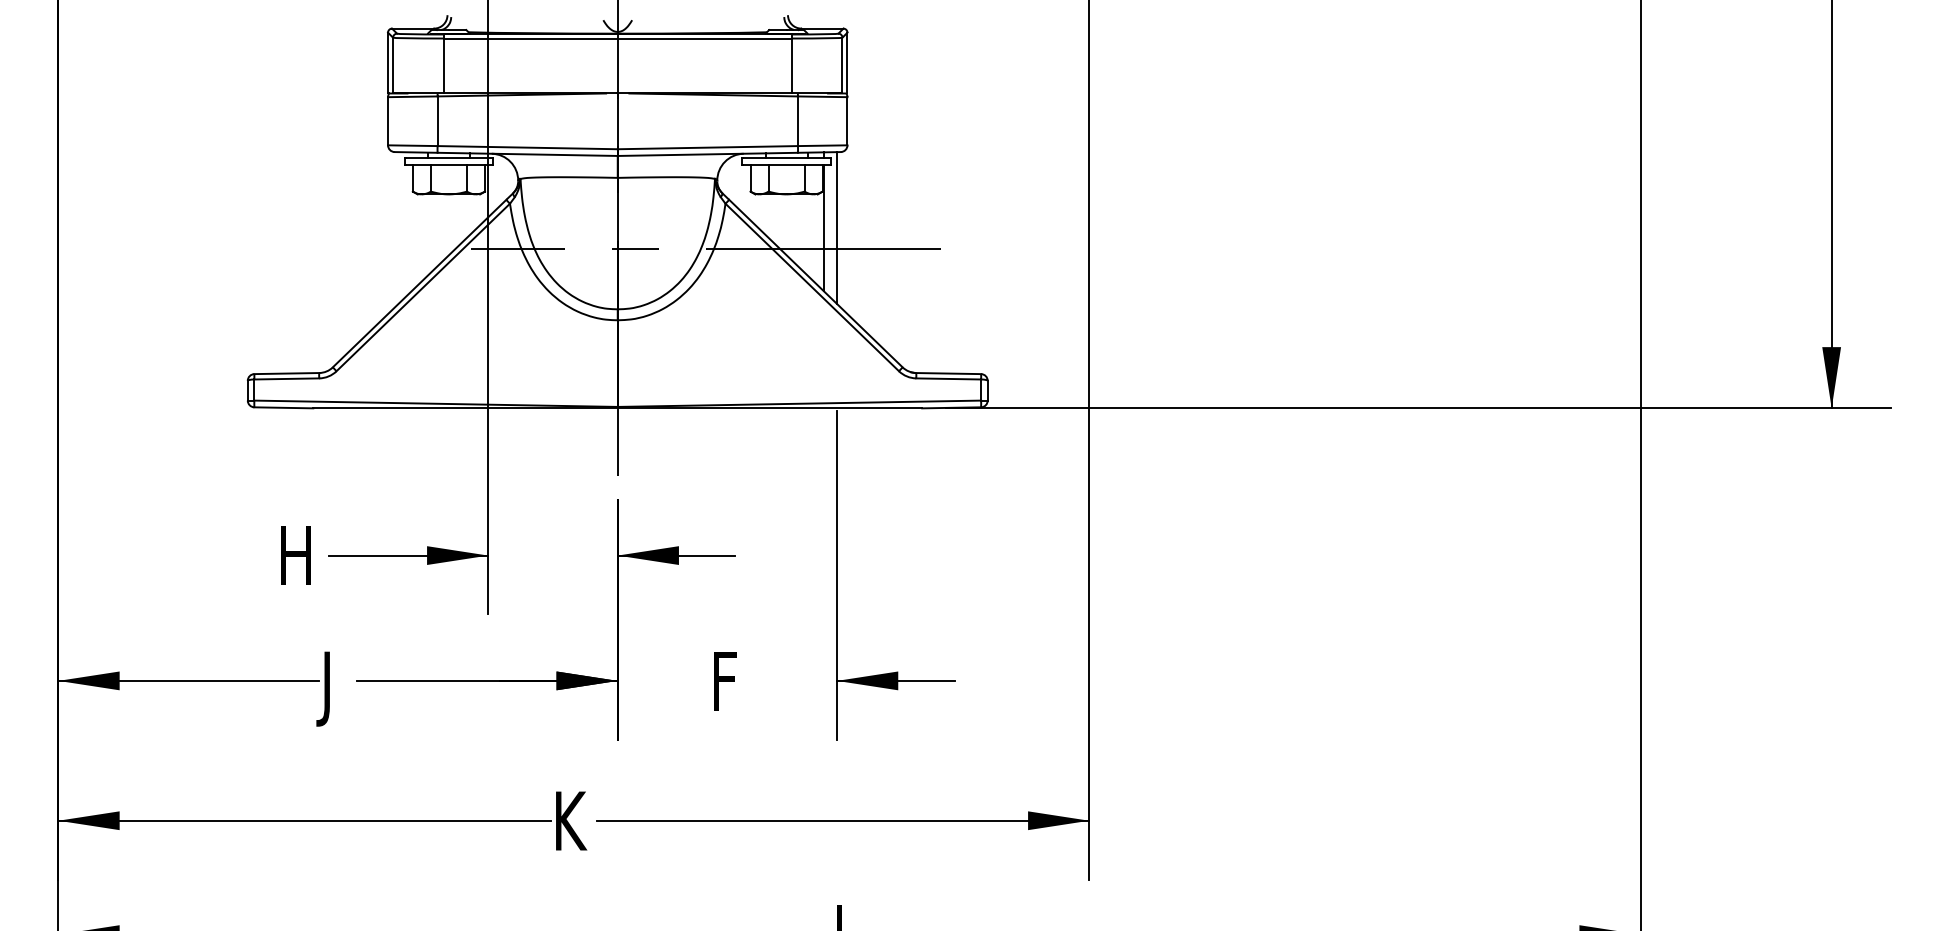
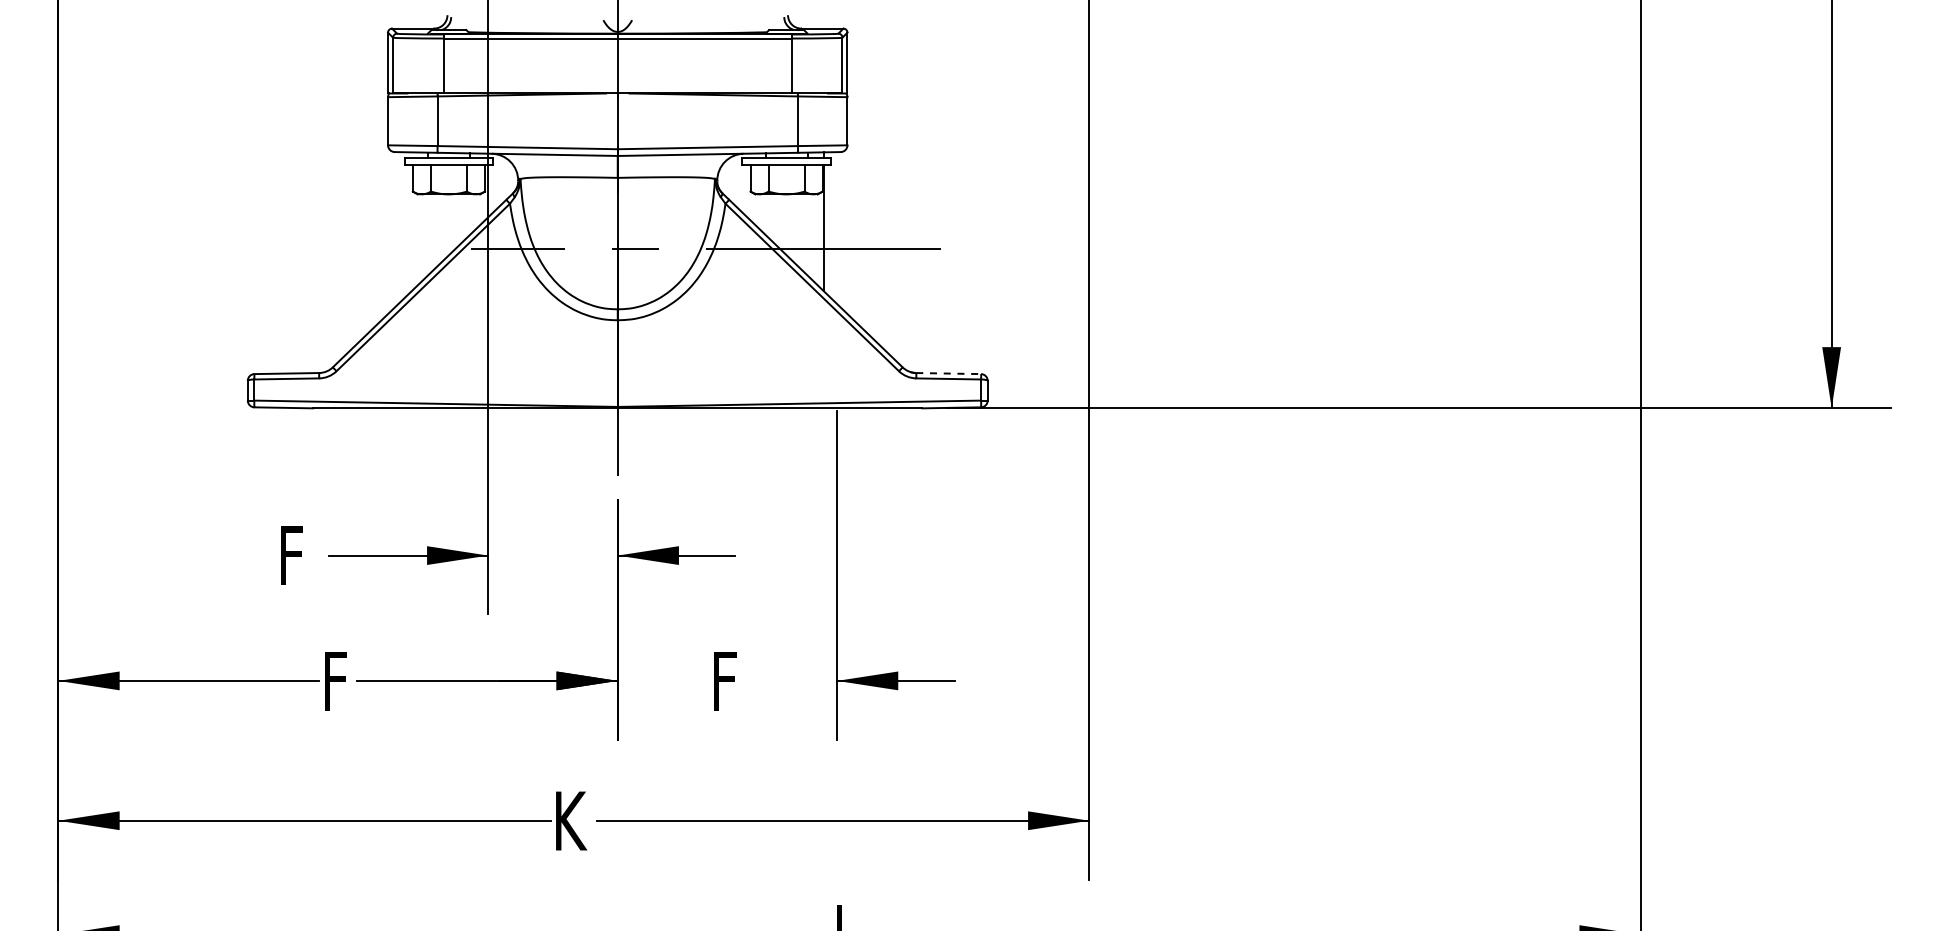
line at (837, 228): present -> none
line at (949, 373): solid -> dashed
text at (298, 555): H -> F
text at (331, 688): J -> F
